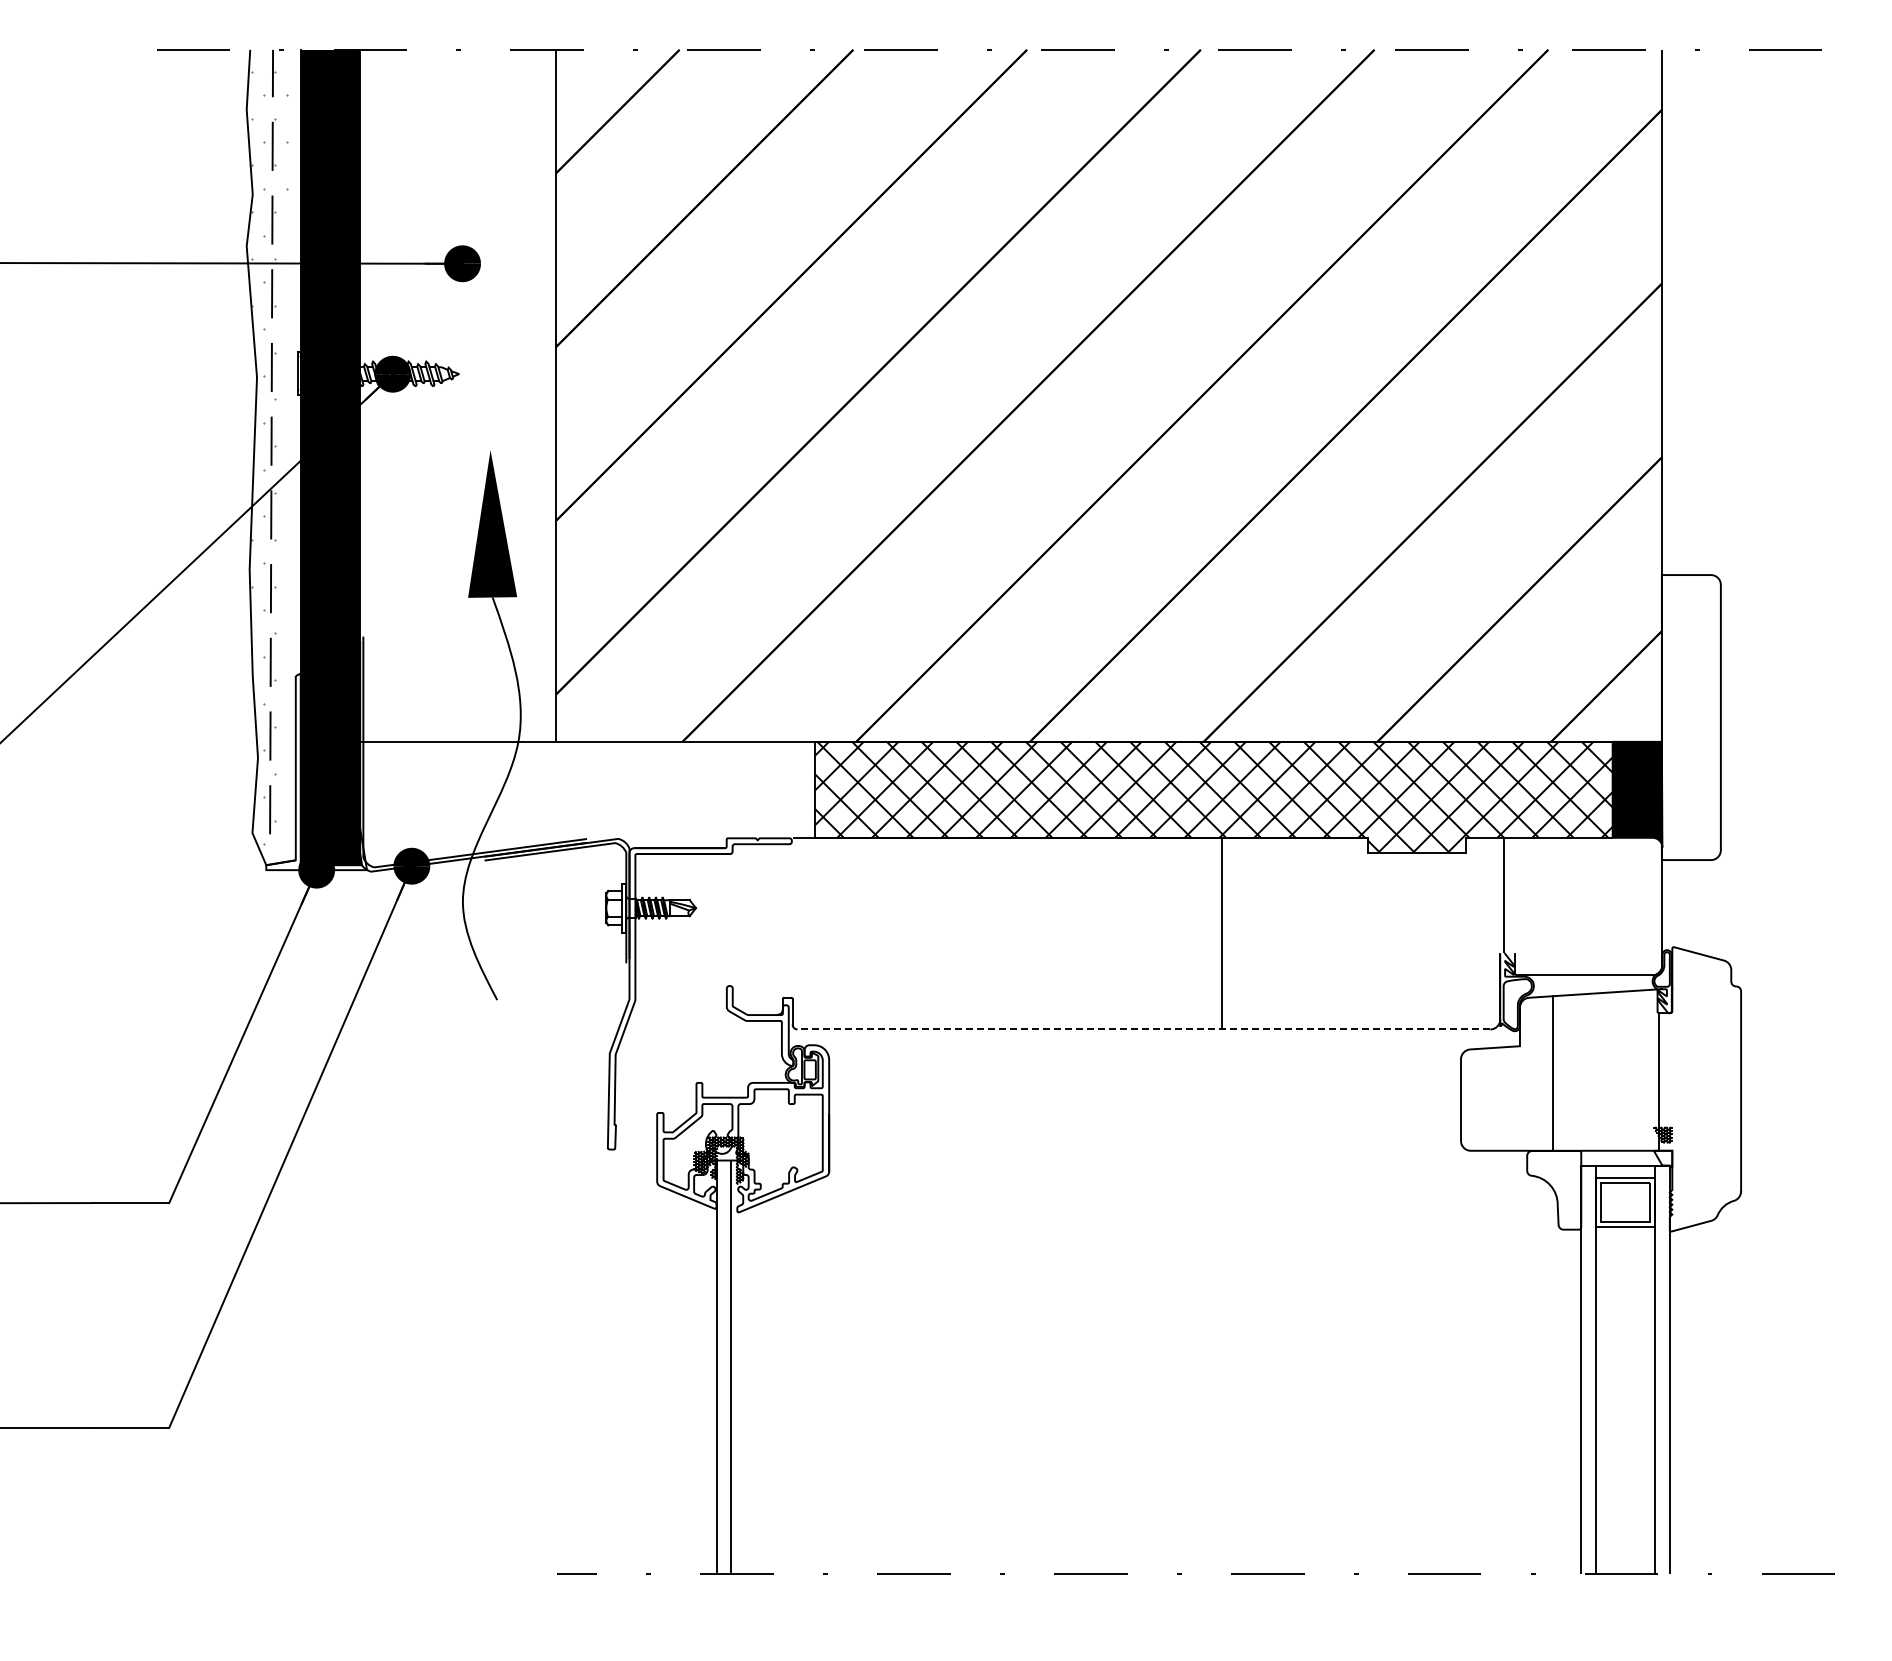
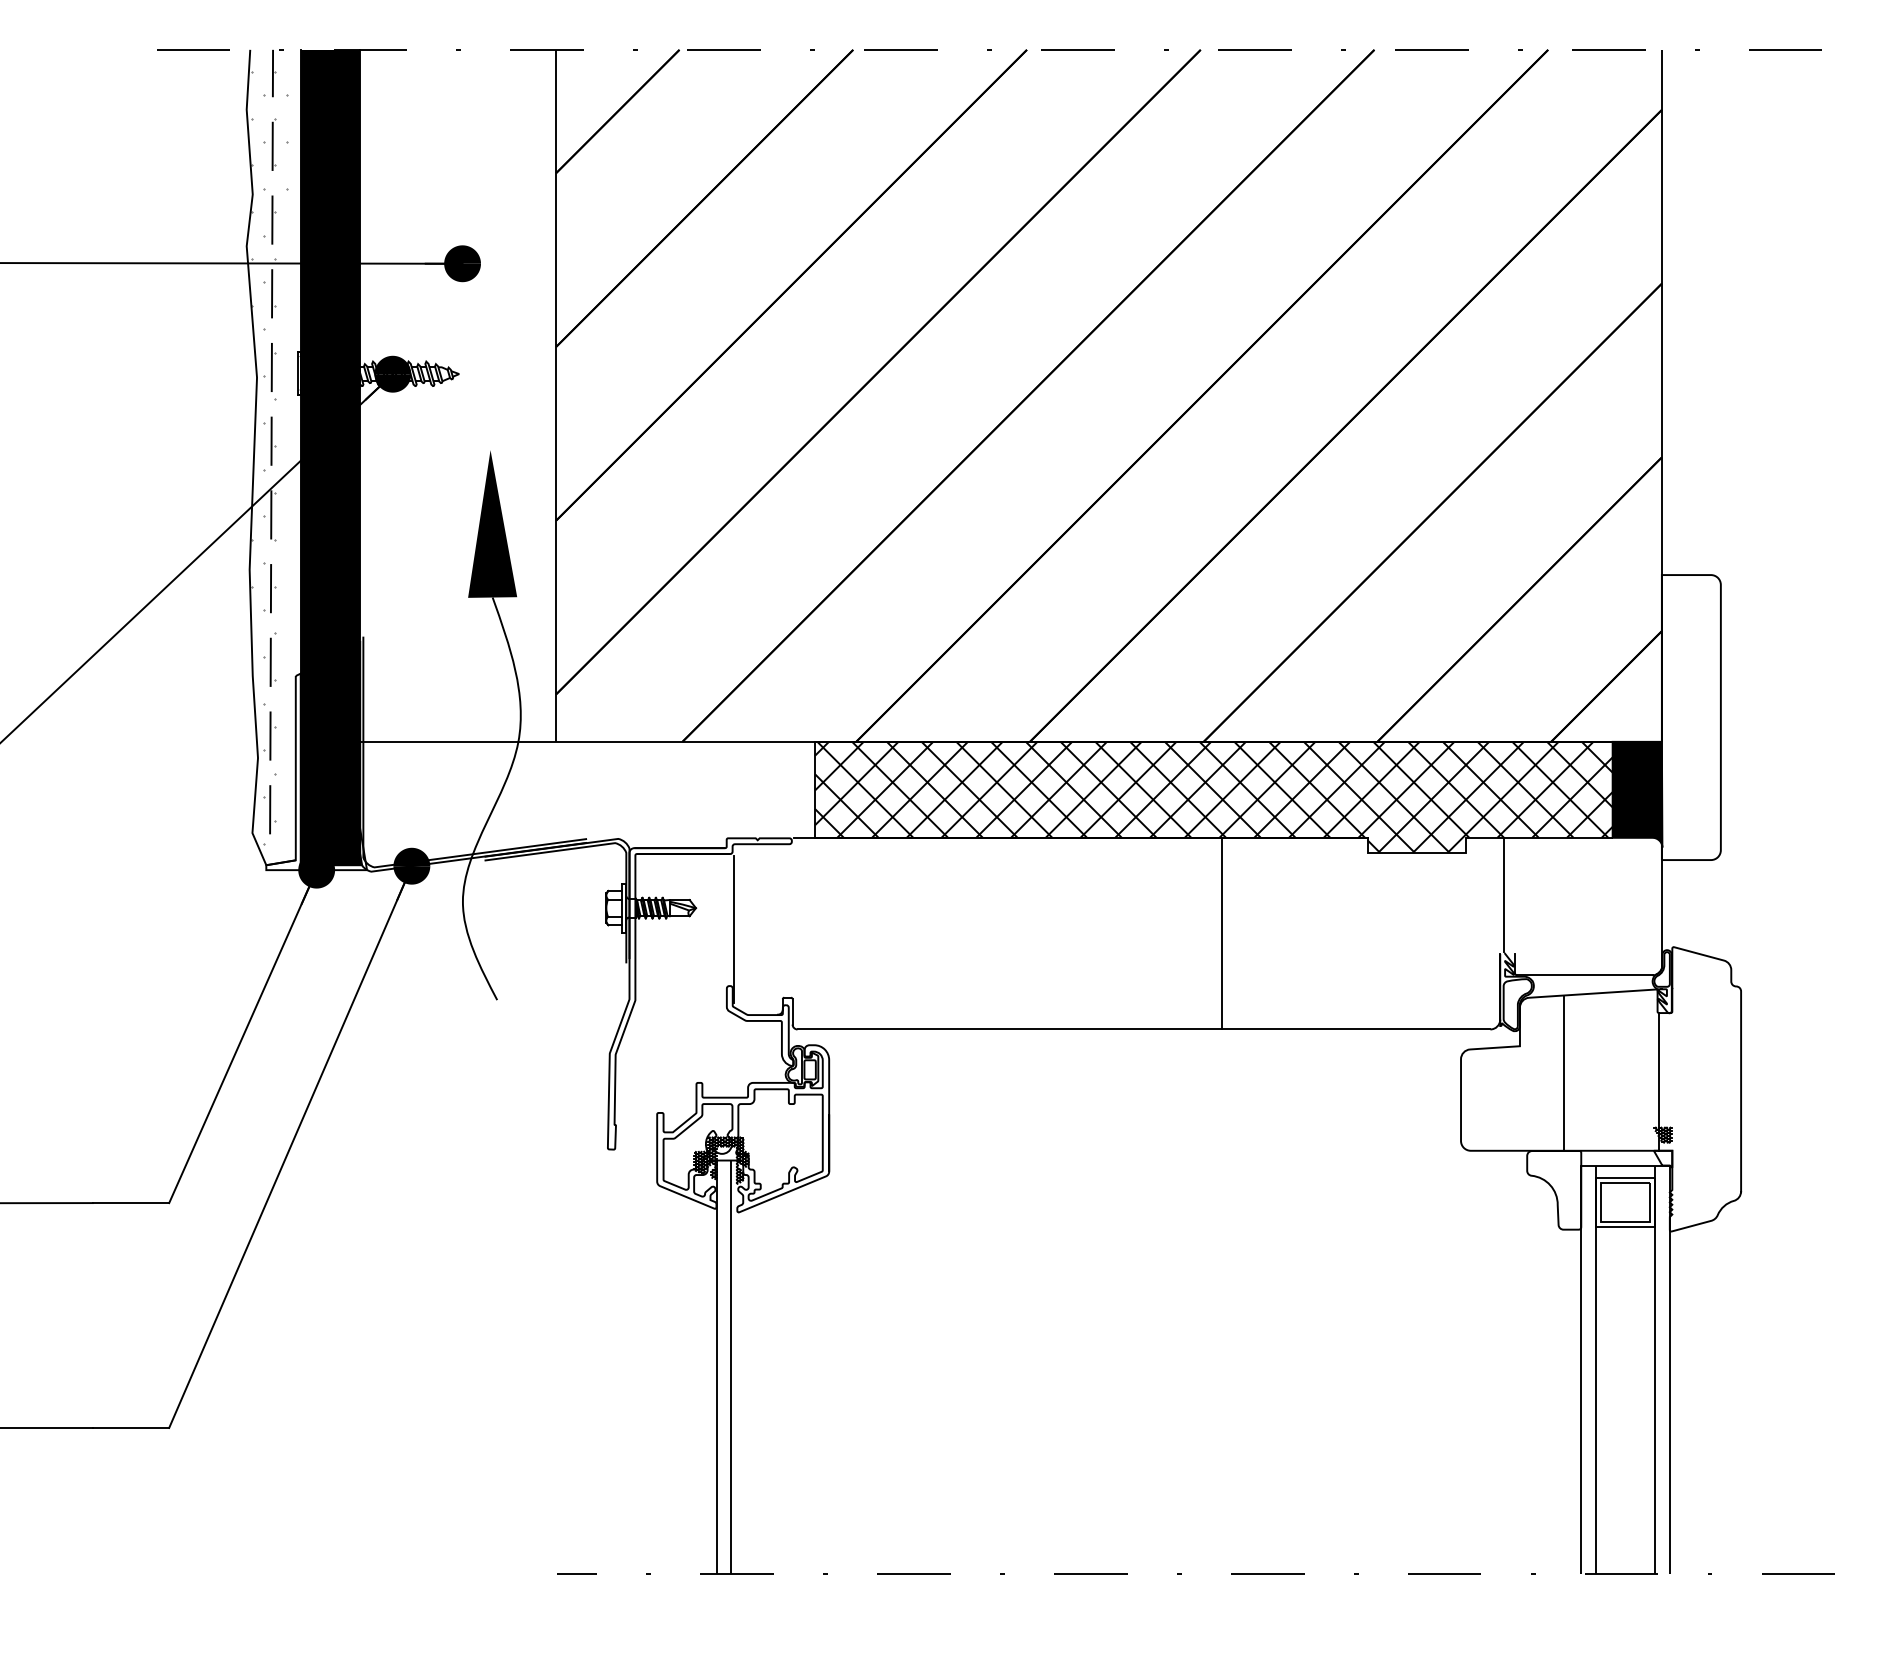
line at (733, 928): none -> present
line at (1143, 1029): dashed -> solid
line at (1553, 1072) position: (1553, 1072) -> (1564, 1072)
